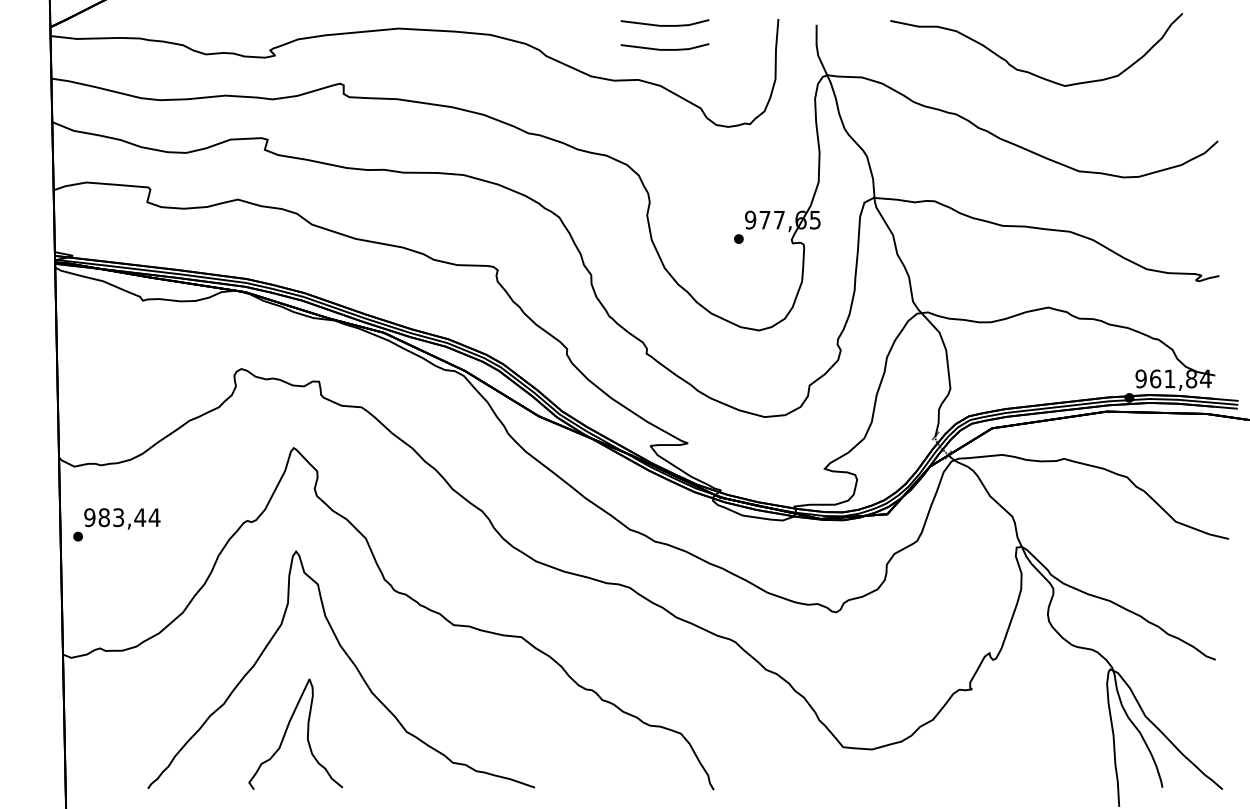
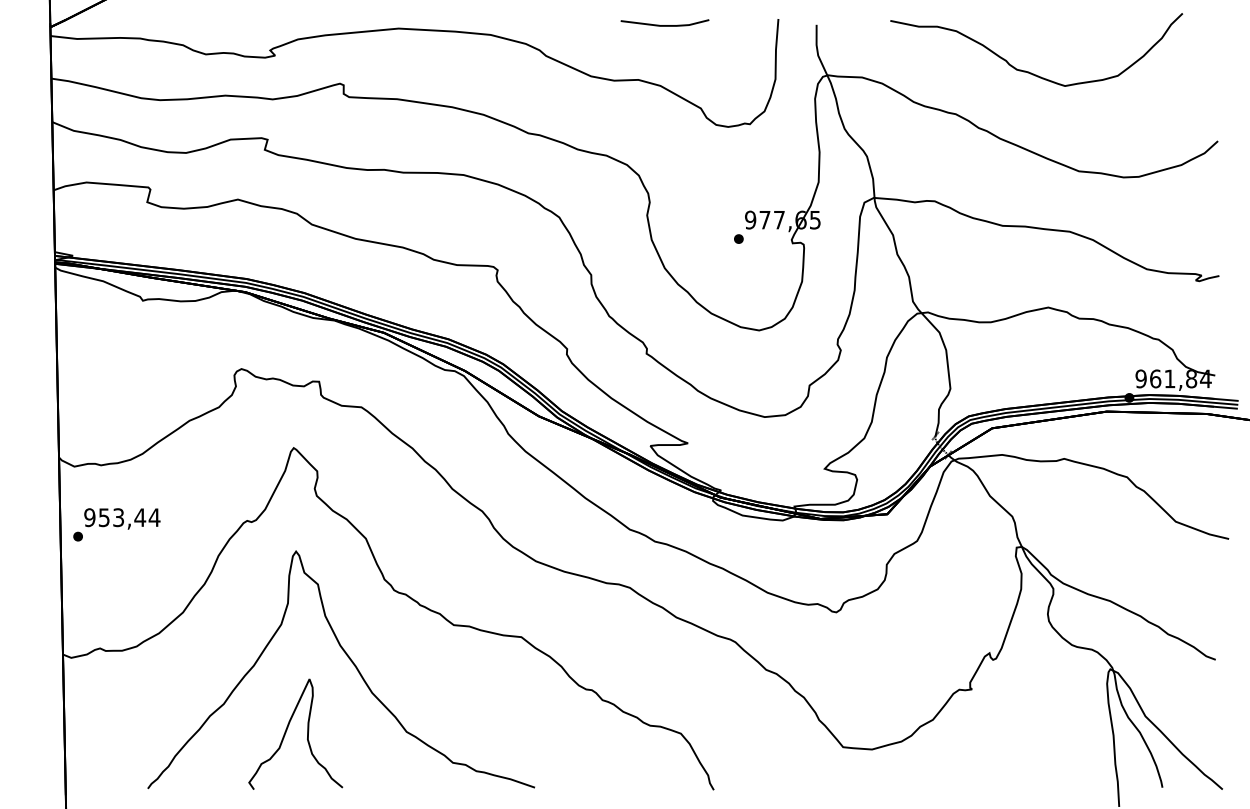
part at (664, 46): present -> none
text at (103, 517): 983,44 -> 953,44
